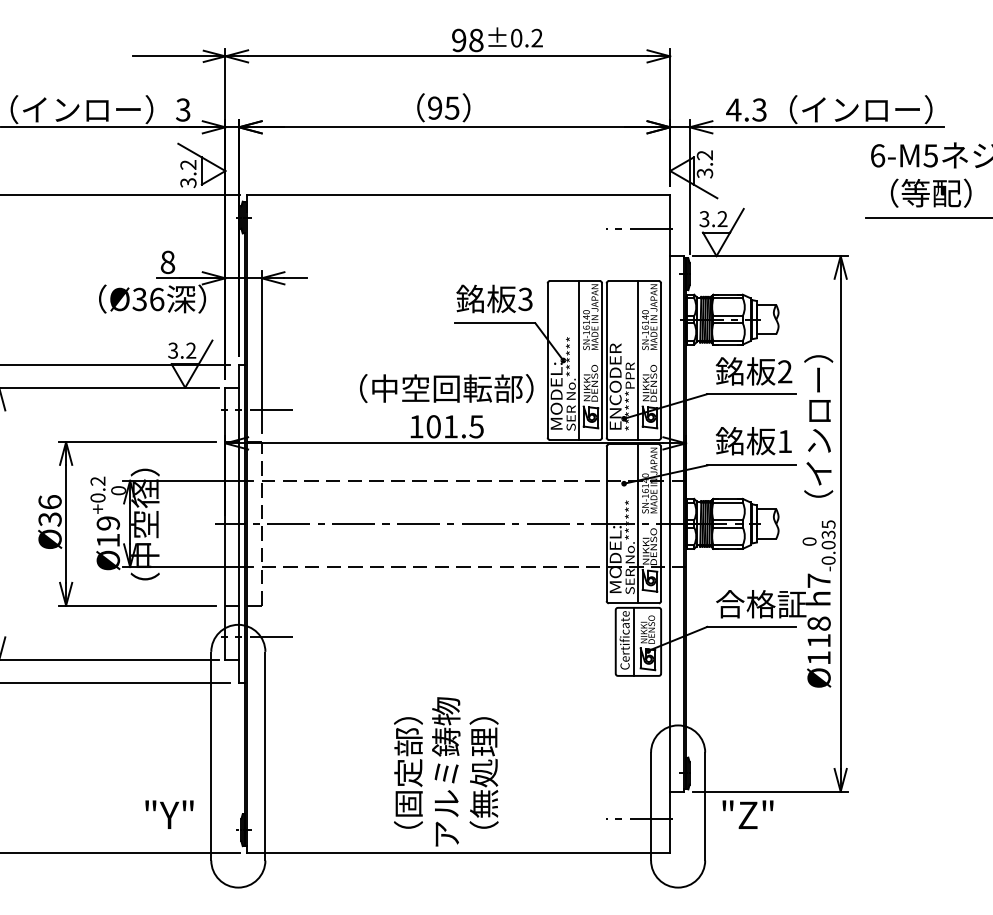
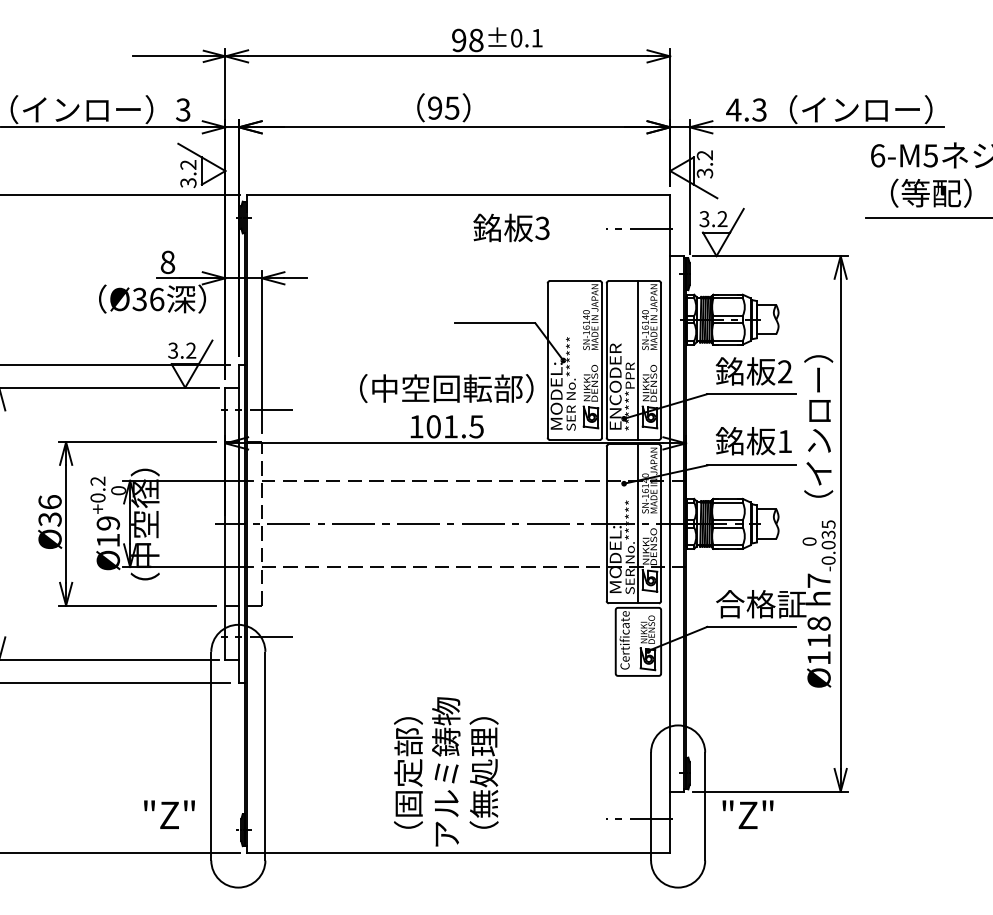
text at (536, 37): ±0.2 -> ±0.1
text at (494, 298) position: (494, 298) -> (511, 227)
line at (579, 360): present -> none
line at (633, 641): present -> none
text at (169, 814): "Y" -> "Z"
